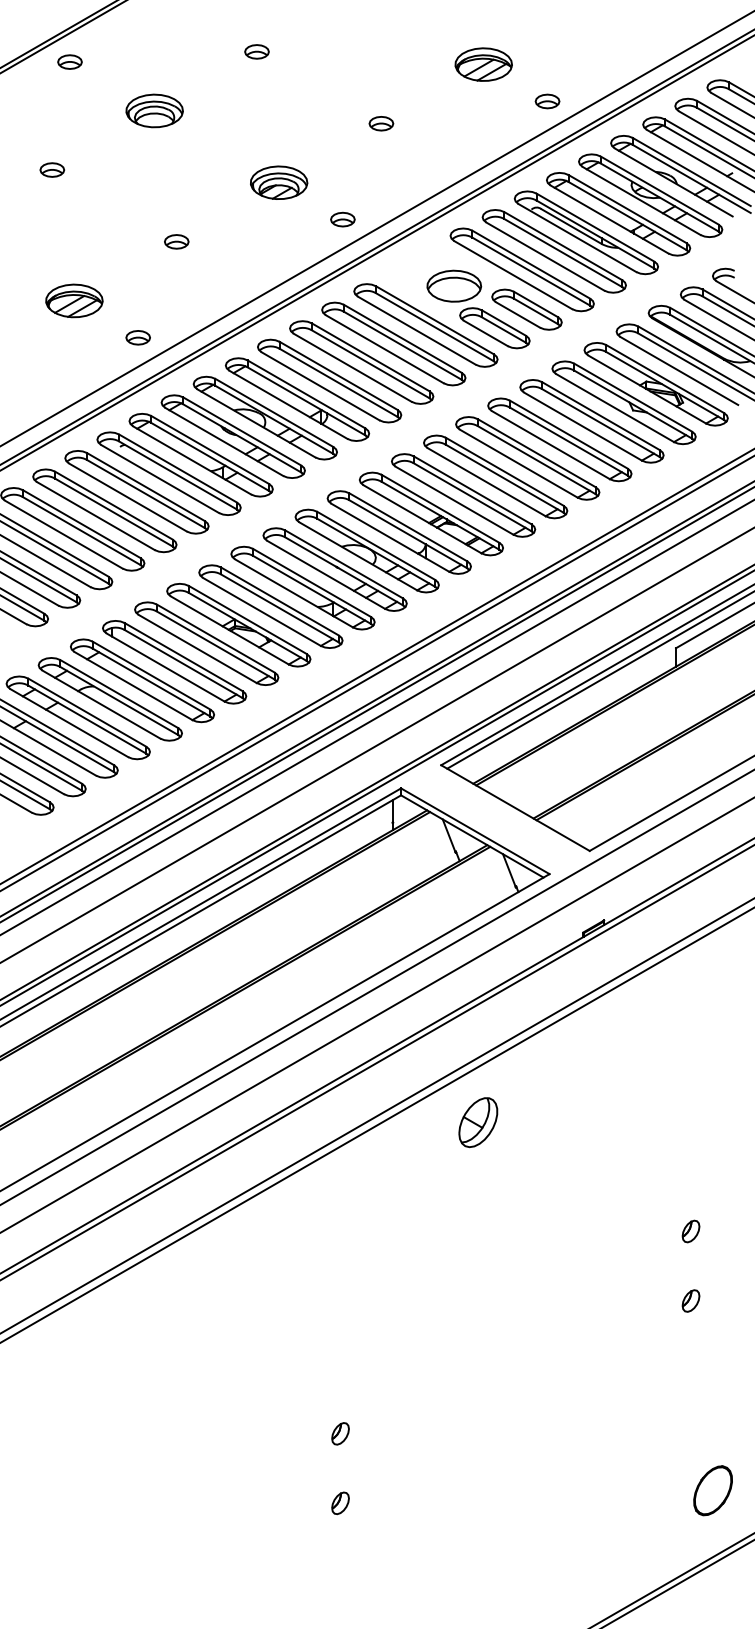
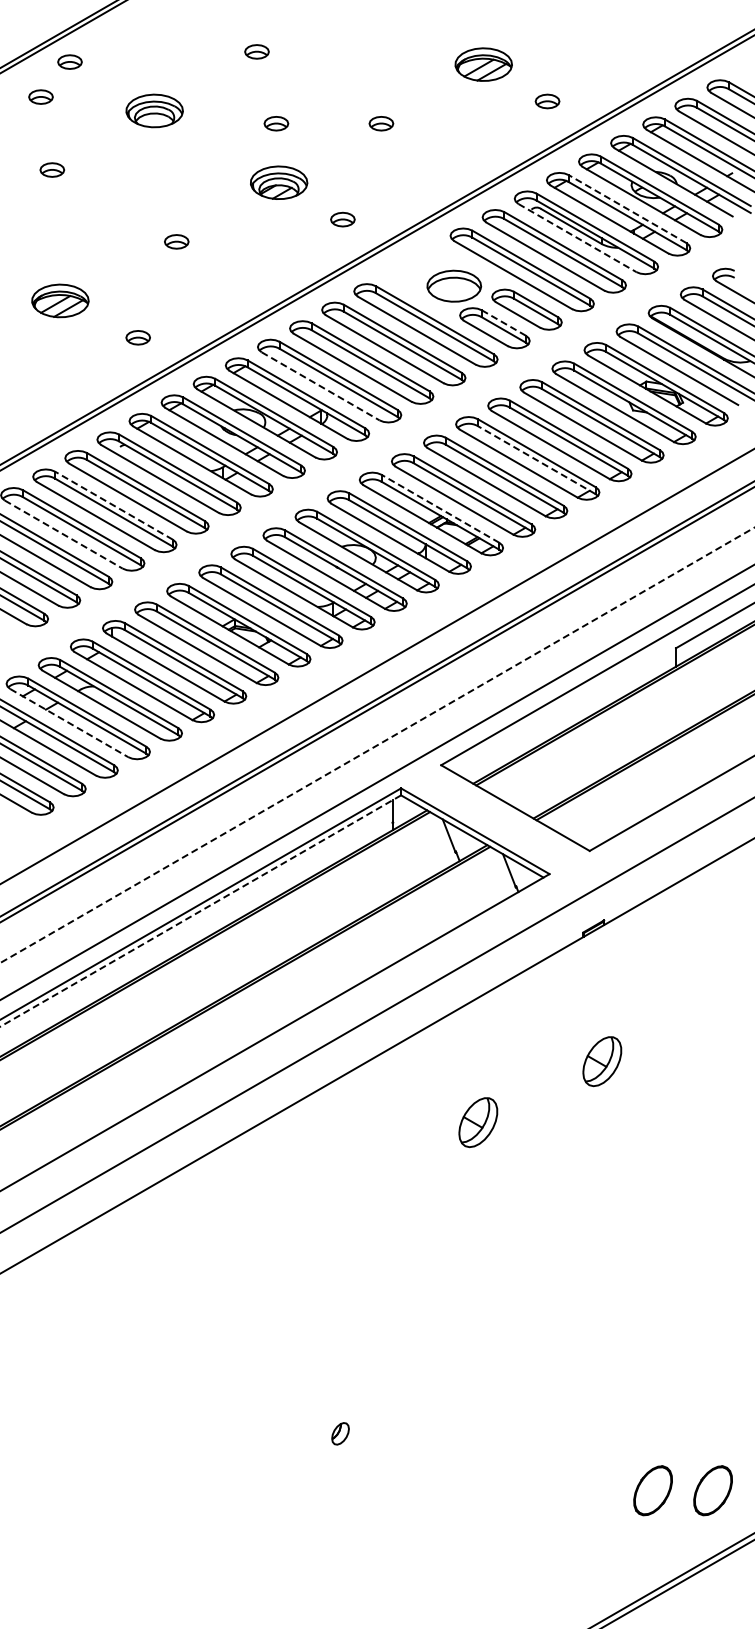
part at (40, 96): none -> present
part at (276, 123): none -> present
line at (627, 208): solid -> dashed
line at (376, 228): present -> none
line at (577, 238): solid -> dashed
part at (74, 300) position: (74, 300) -> (60, 300)
line at (503, 322): solid -> dashed
line at (321, 386): solid -> dashed
line at (536, 459): solid -> dashed
line at (113, 505): solid -> dashed
line at (440, 508): solid -> dashed
line at (64, 534): solid -> dashed
line at (376, 673): present -> none
line at (599, 680): present -> none
line at (376, 717): present -> none
line at (69, 723): solid -> dashed
line at (376, 745): solid -> dashed
line at (376, 788): present -> none
line at (200, 911): solid -> dashed
line at (376, 987): present -> none
part at (602, 1061): none -> present
line at (376, 1062): present -> none
line at (376, 1116): present -> none
line at (376, 1125): present -> none
part at (690, 1231): present -> none
part at (690, 1300): present -> none
part at (652, 1490): none -> present
part at (340, 1503): present -> none
